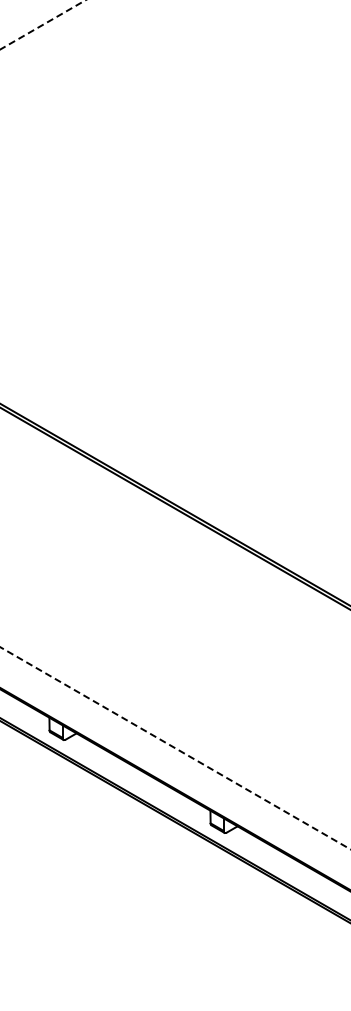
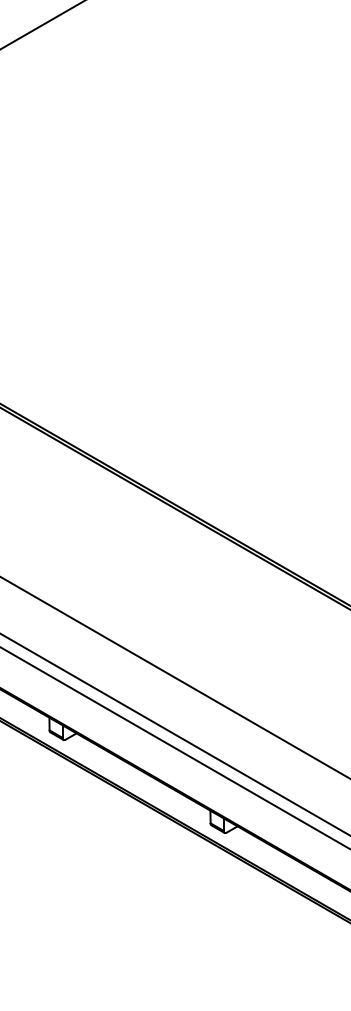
line at (43, 24): dashed -> solid
line at (174, 677): none -> present
line at (174, 734): none -> present
line at (175, 748): dashed -> solid
